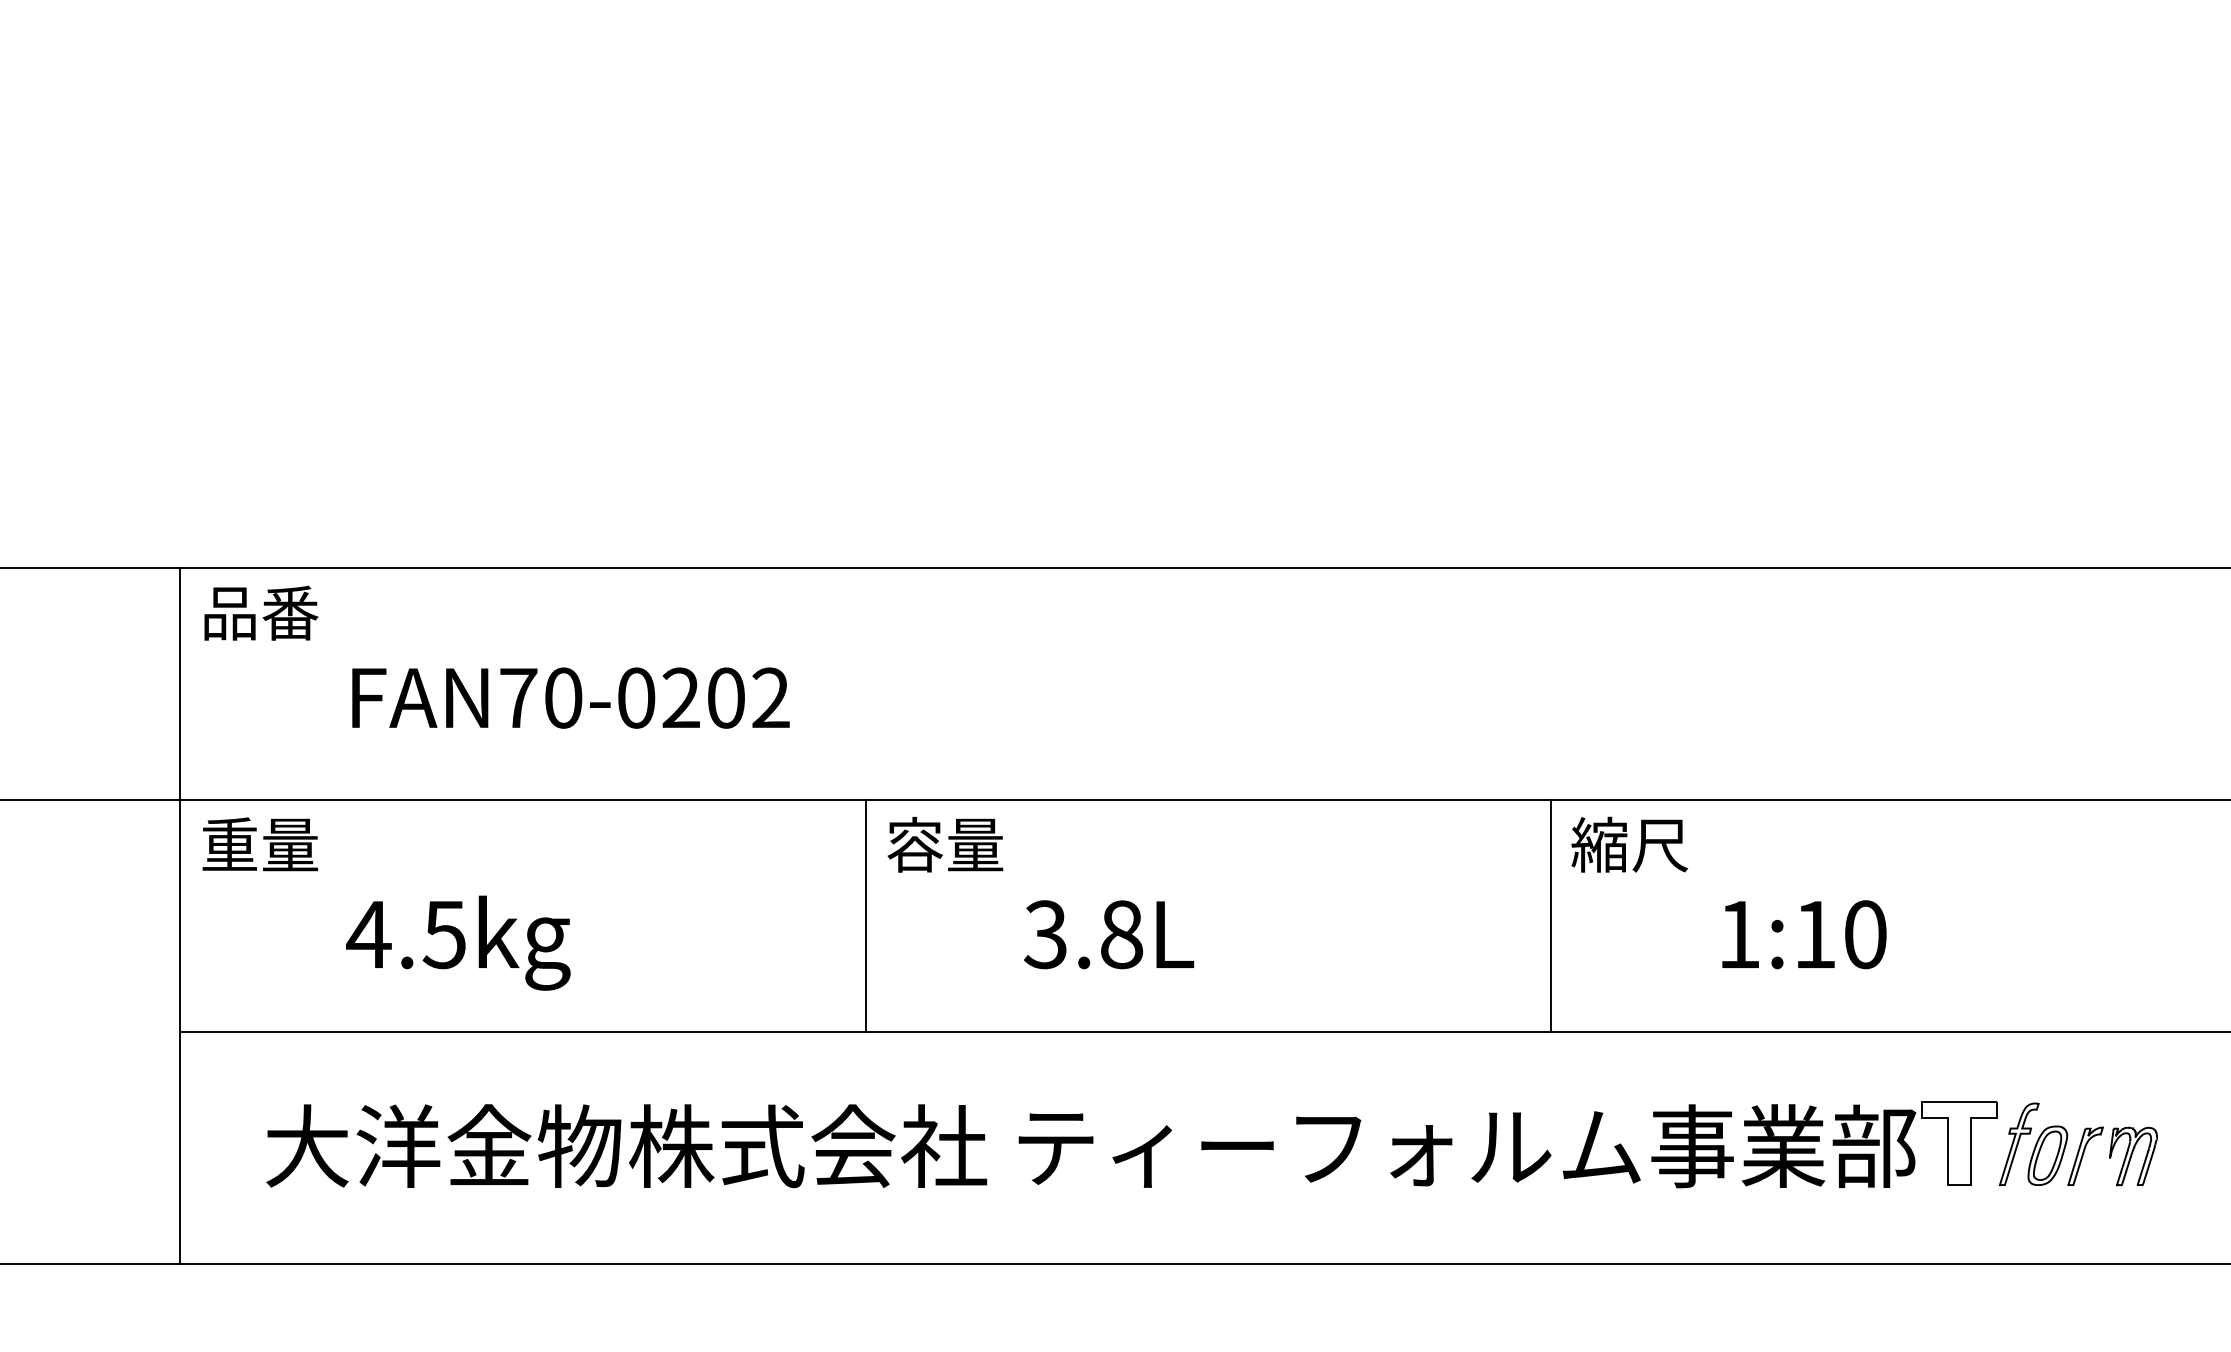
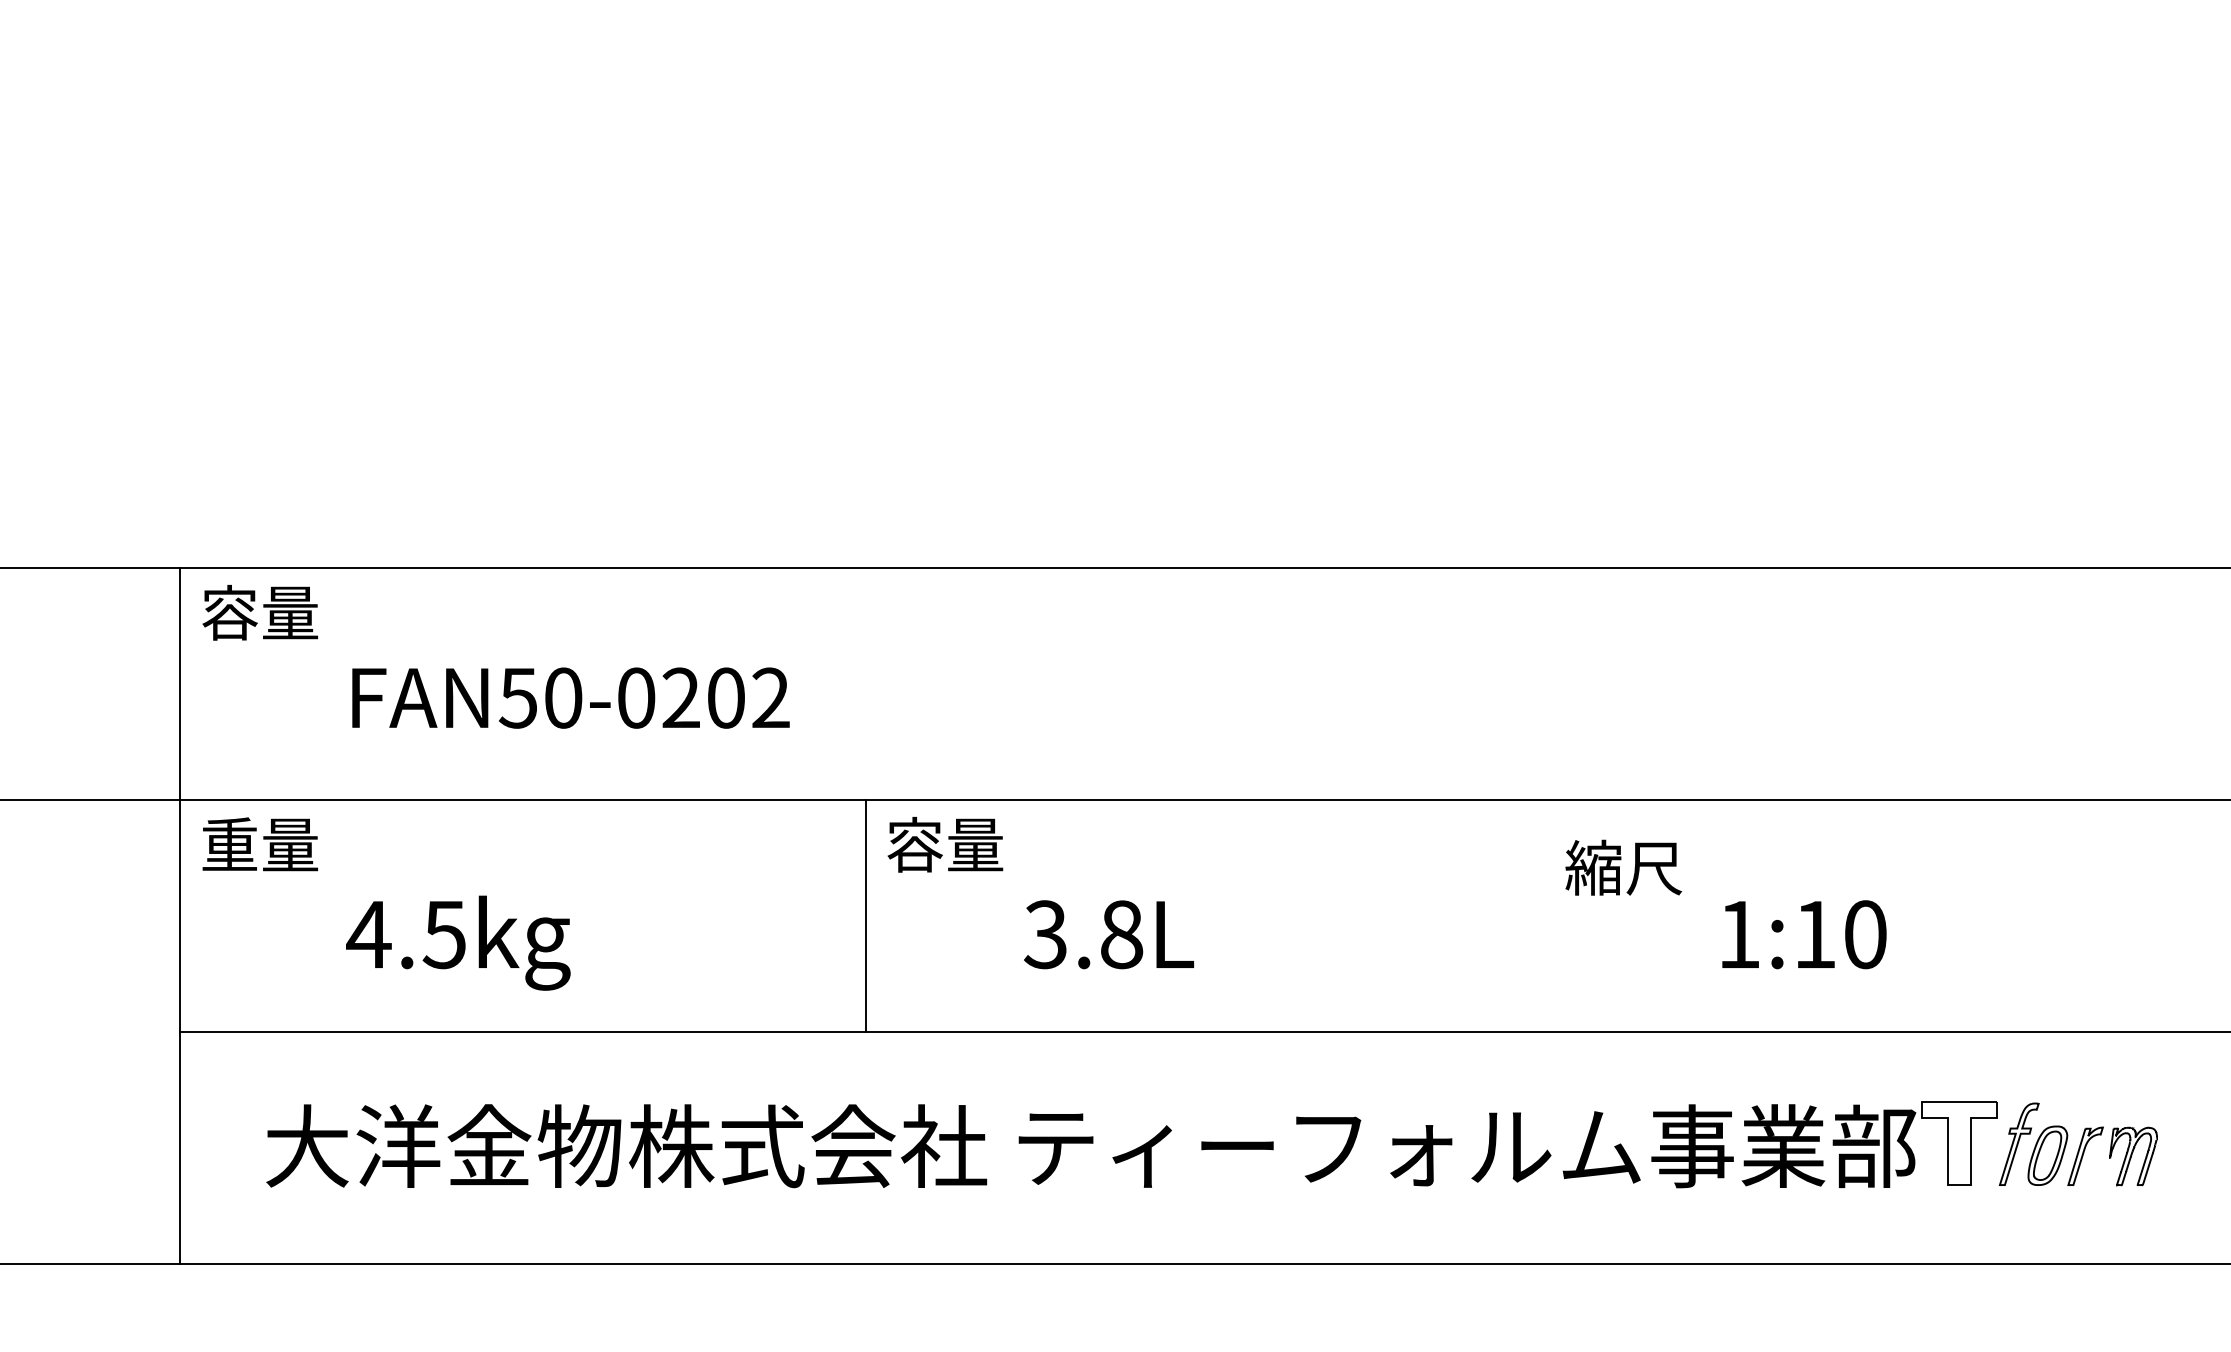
text at (260, 612): 品番 -> 容量
text at (518, 698): FAN70-0202 -> FAN50-0202
text at (1629, 844) position: (1629, 844) -> (1623, 867)
line at (1550, 916): present -> none
